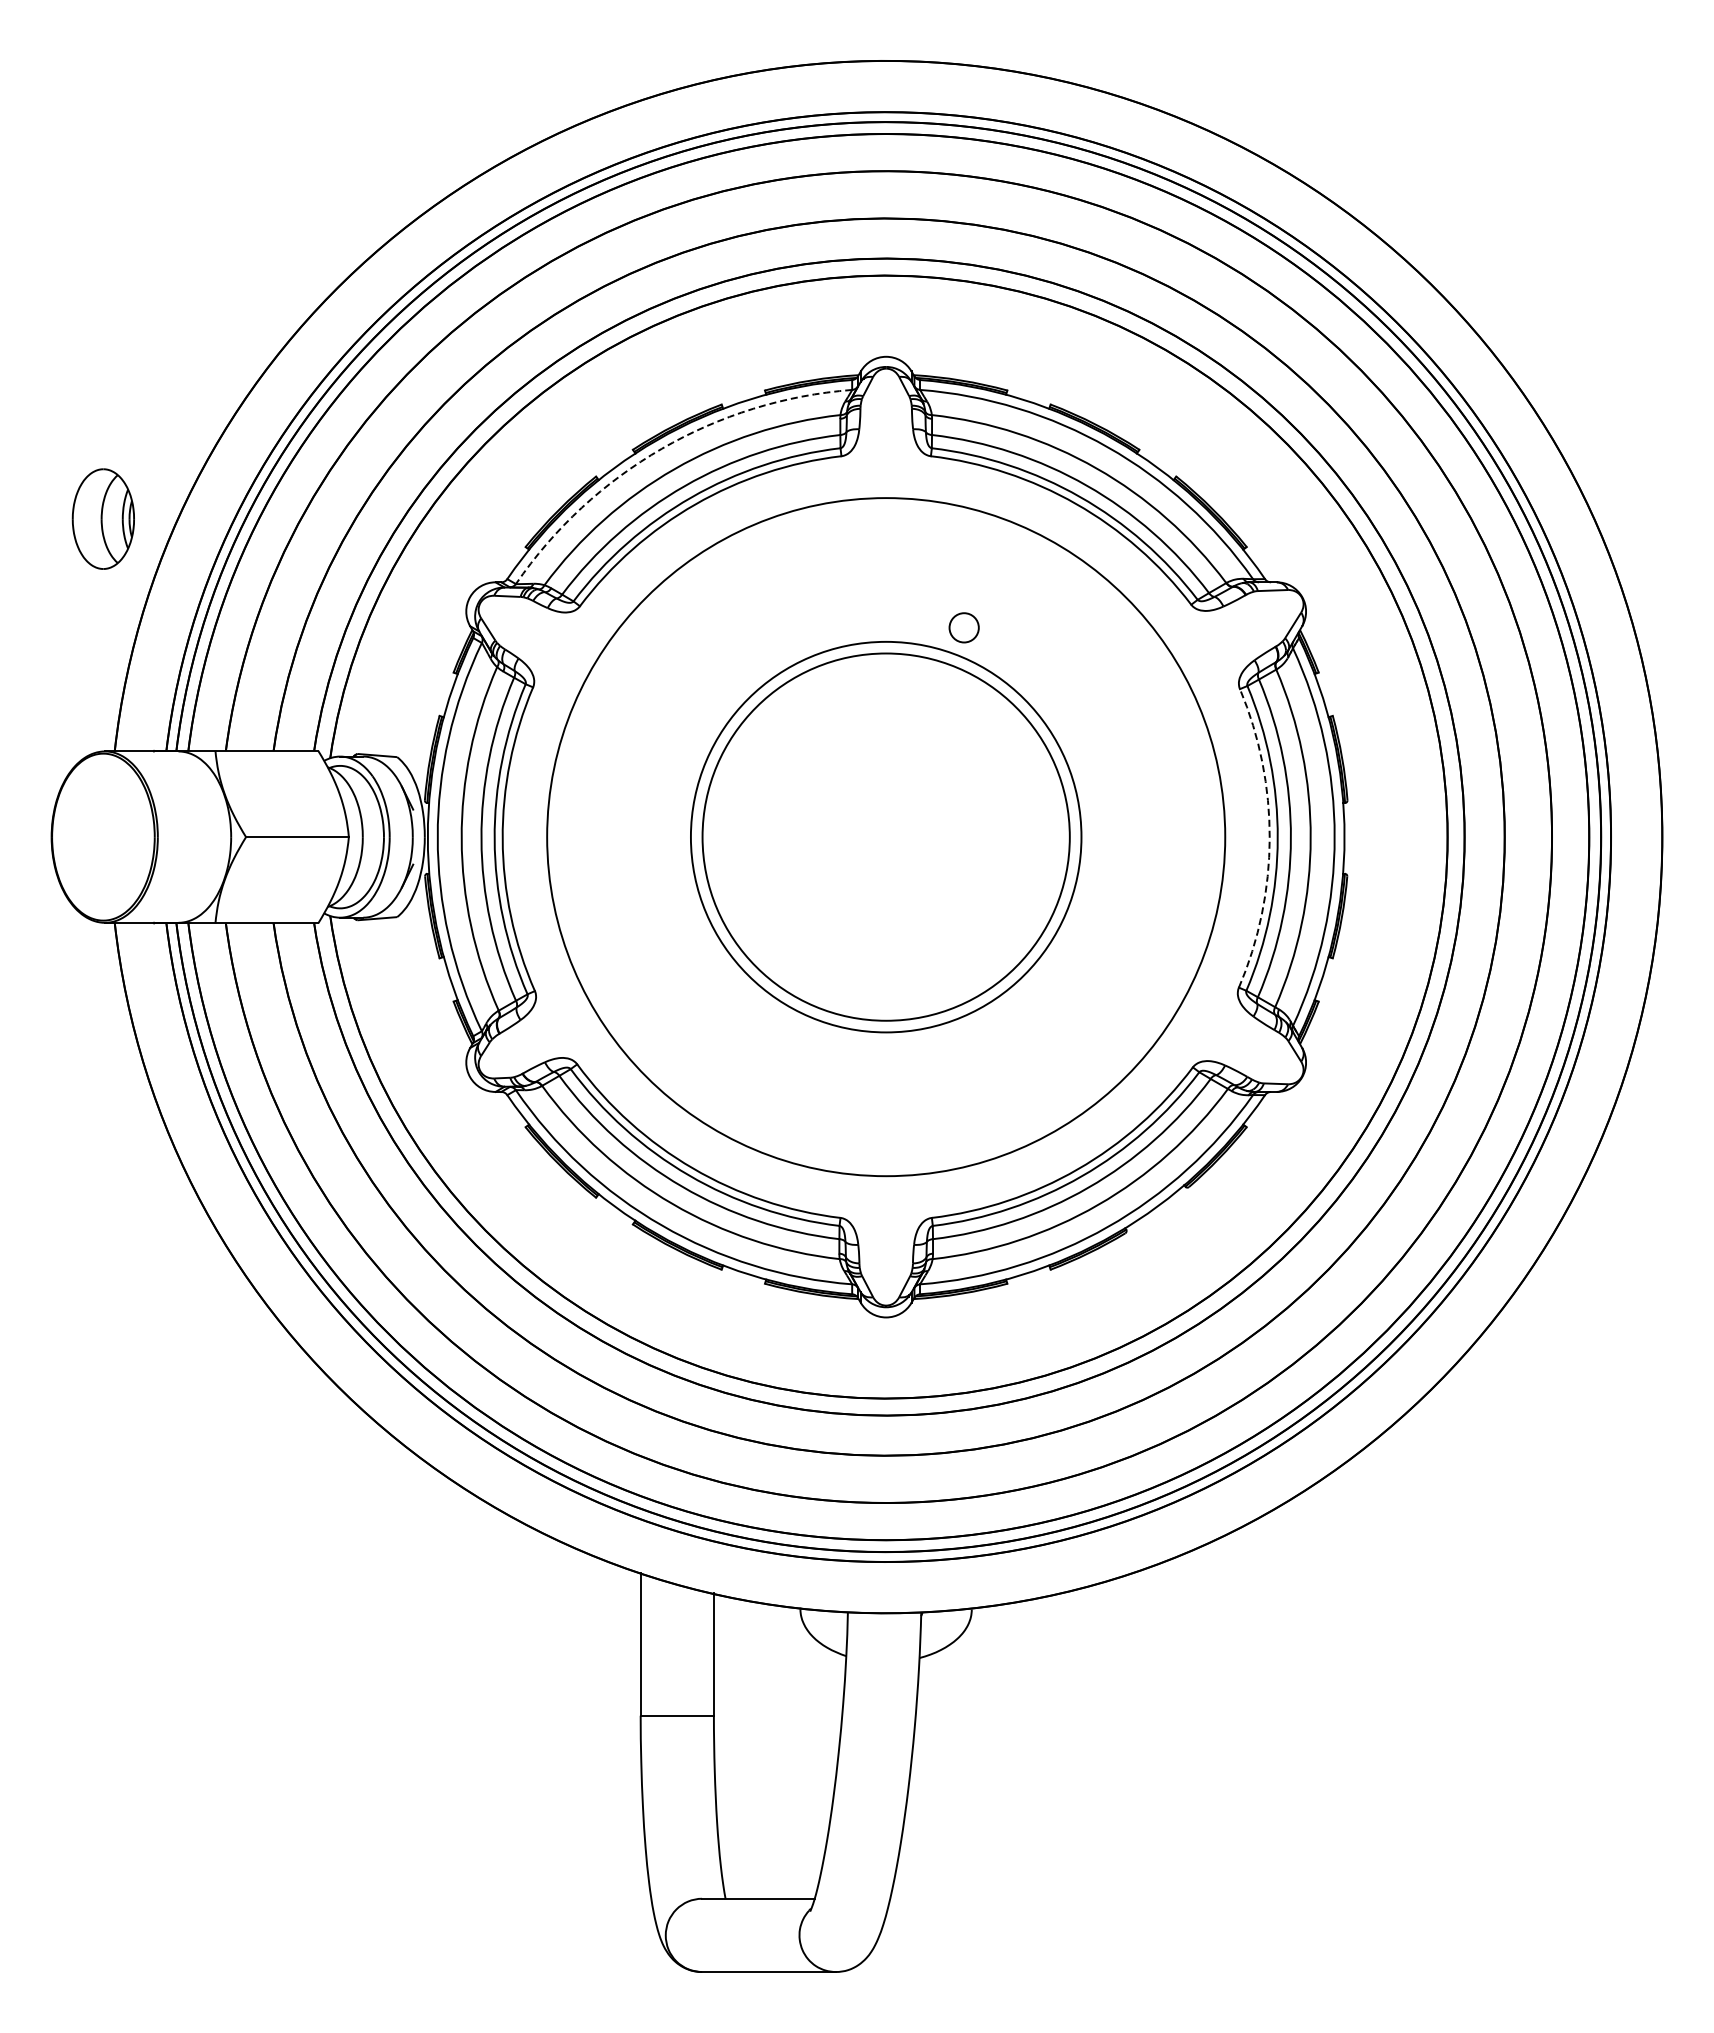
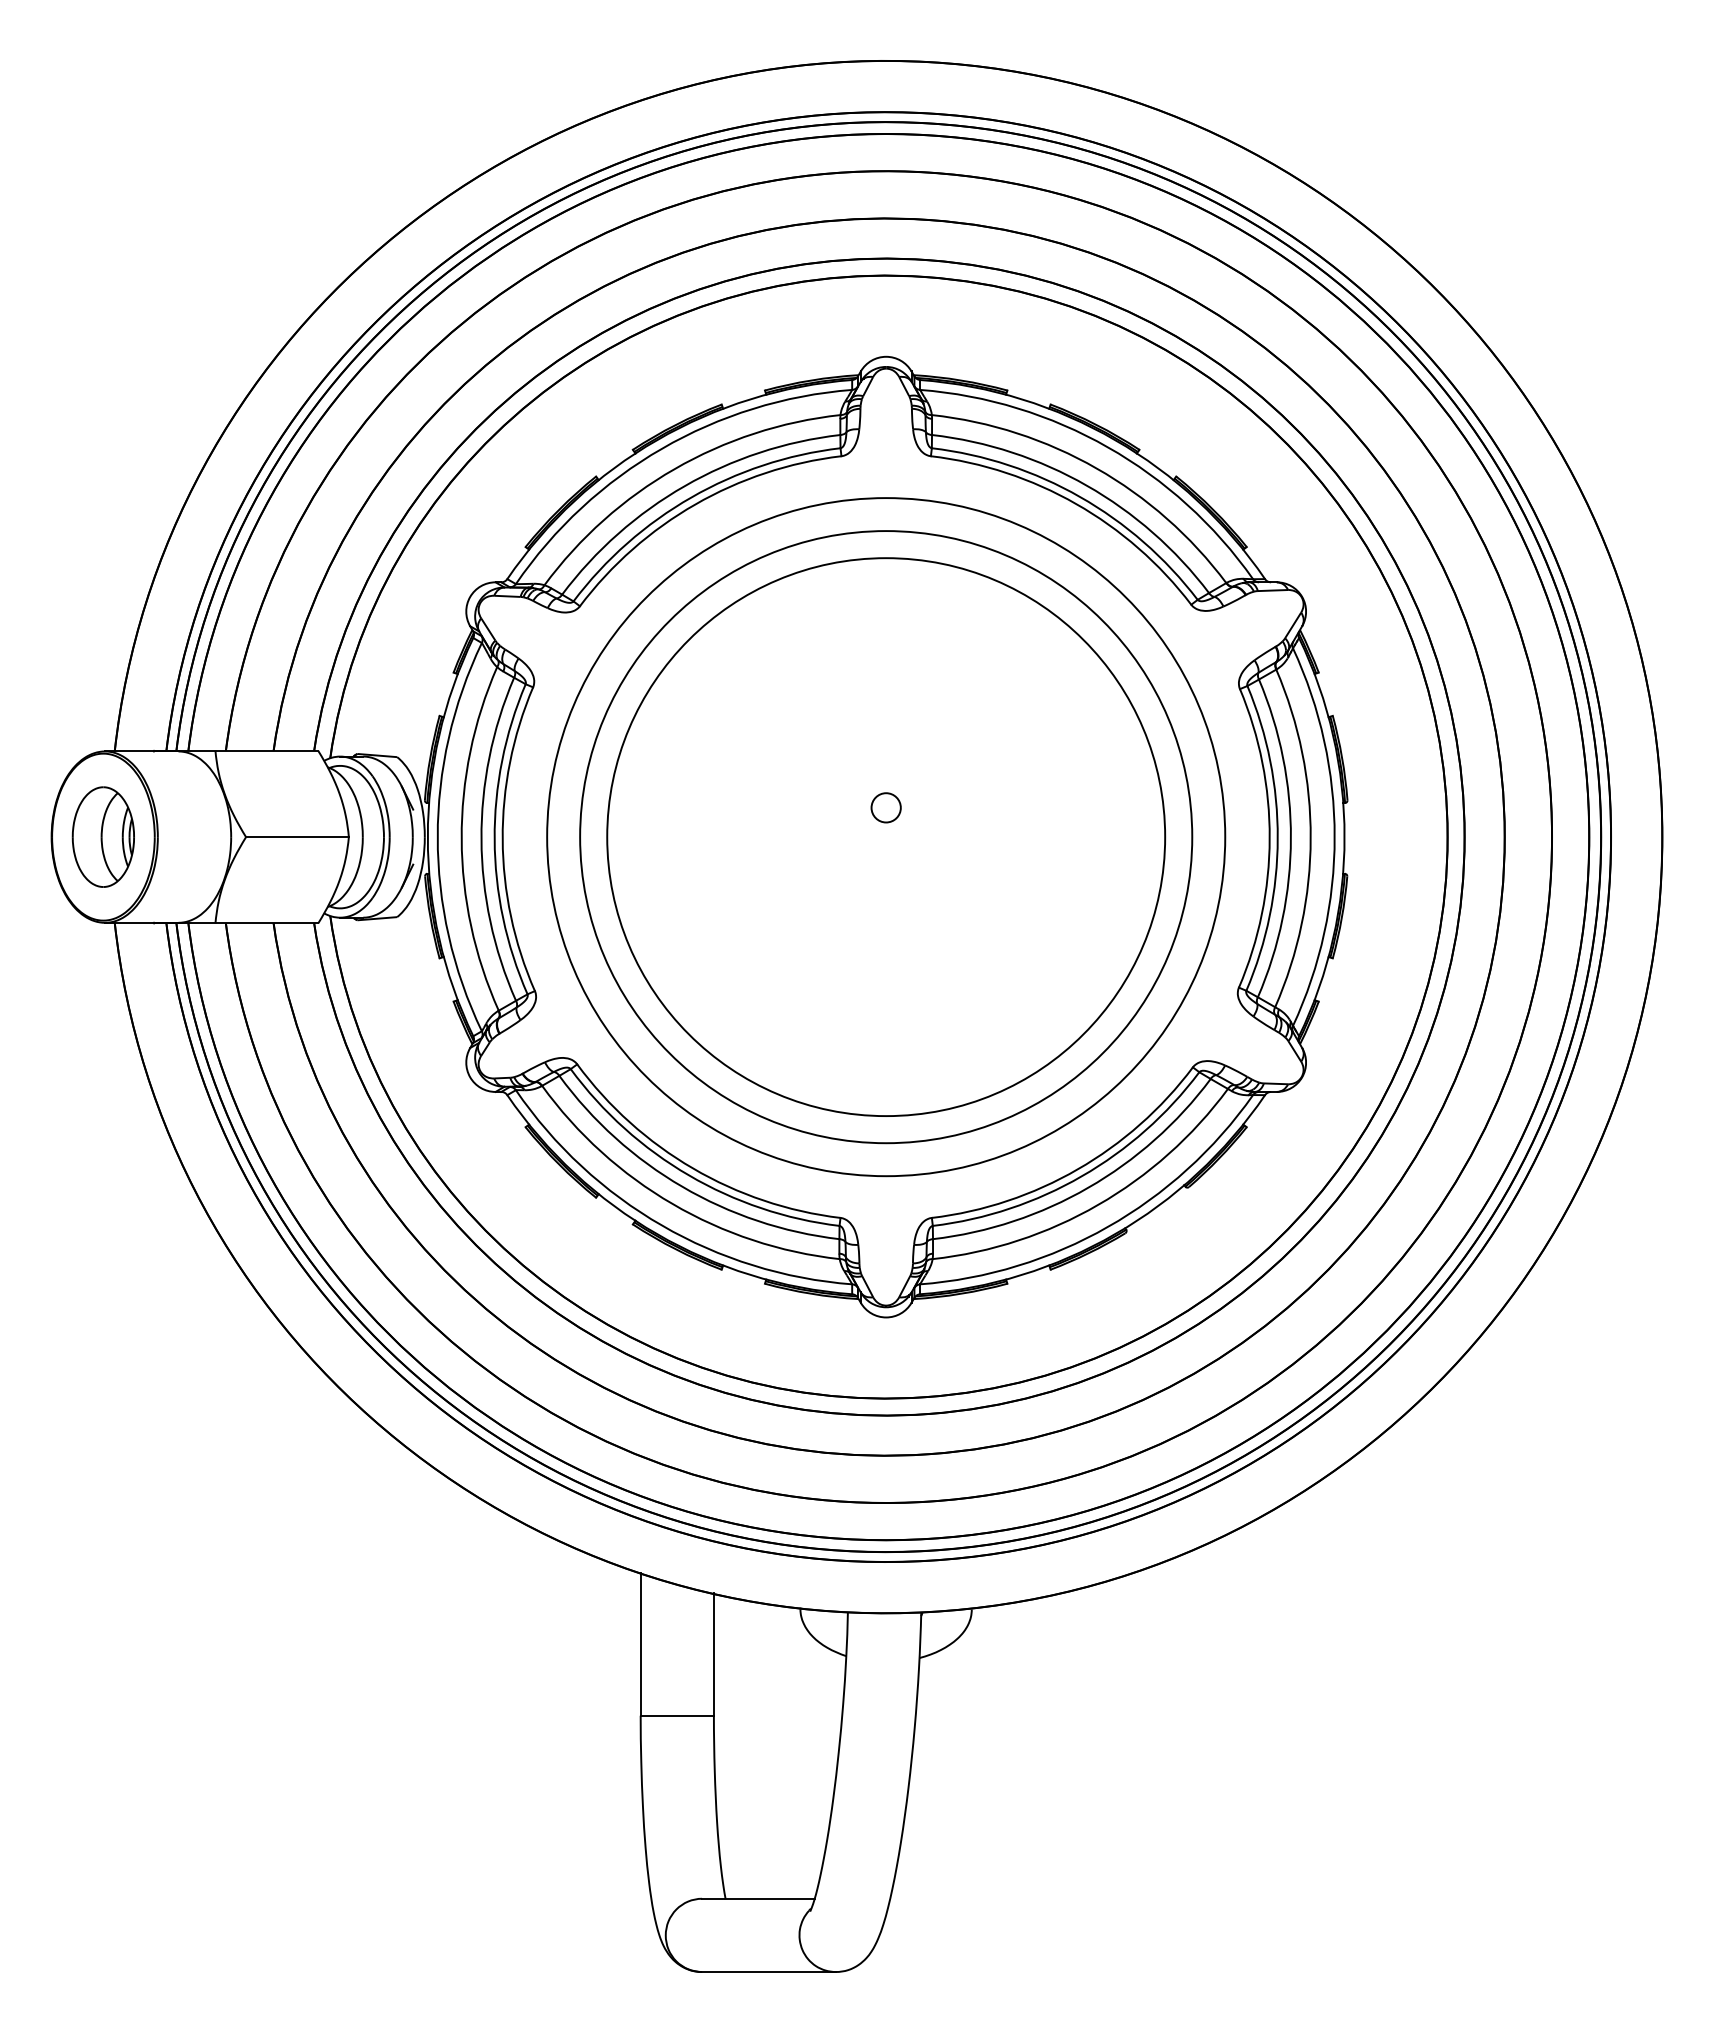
arc at (661, 448): dashed -> solid
part at (102, 518) position: (102, 518) -> (102, 836)
circle at (963, 627) position: (963, 627) -> (885, 807)
circle at (885, 836) diameter: 367 px -> 612 px
circle at (885, 836) diameter: 391 px -> 558 px
arc at (1269, 838): dashed -> solid
